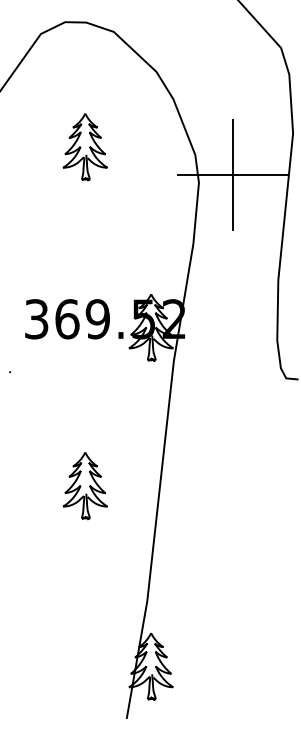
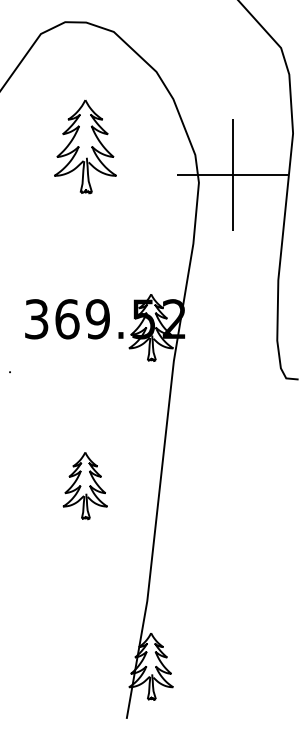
part at (84, 147) size: 46x69 px -> 63x96 px
